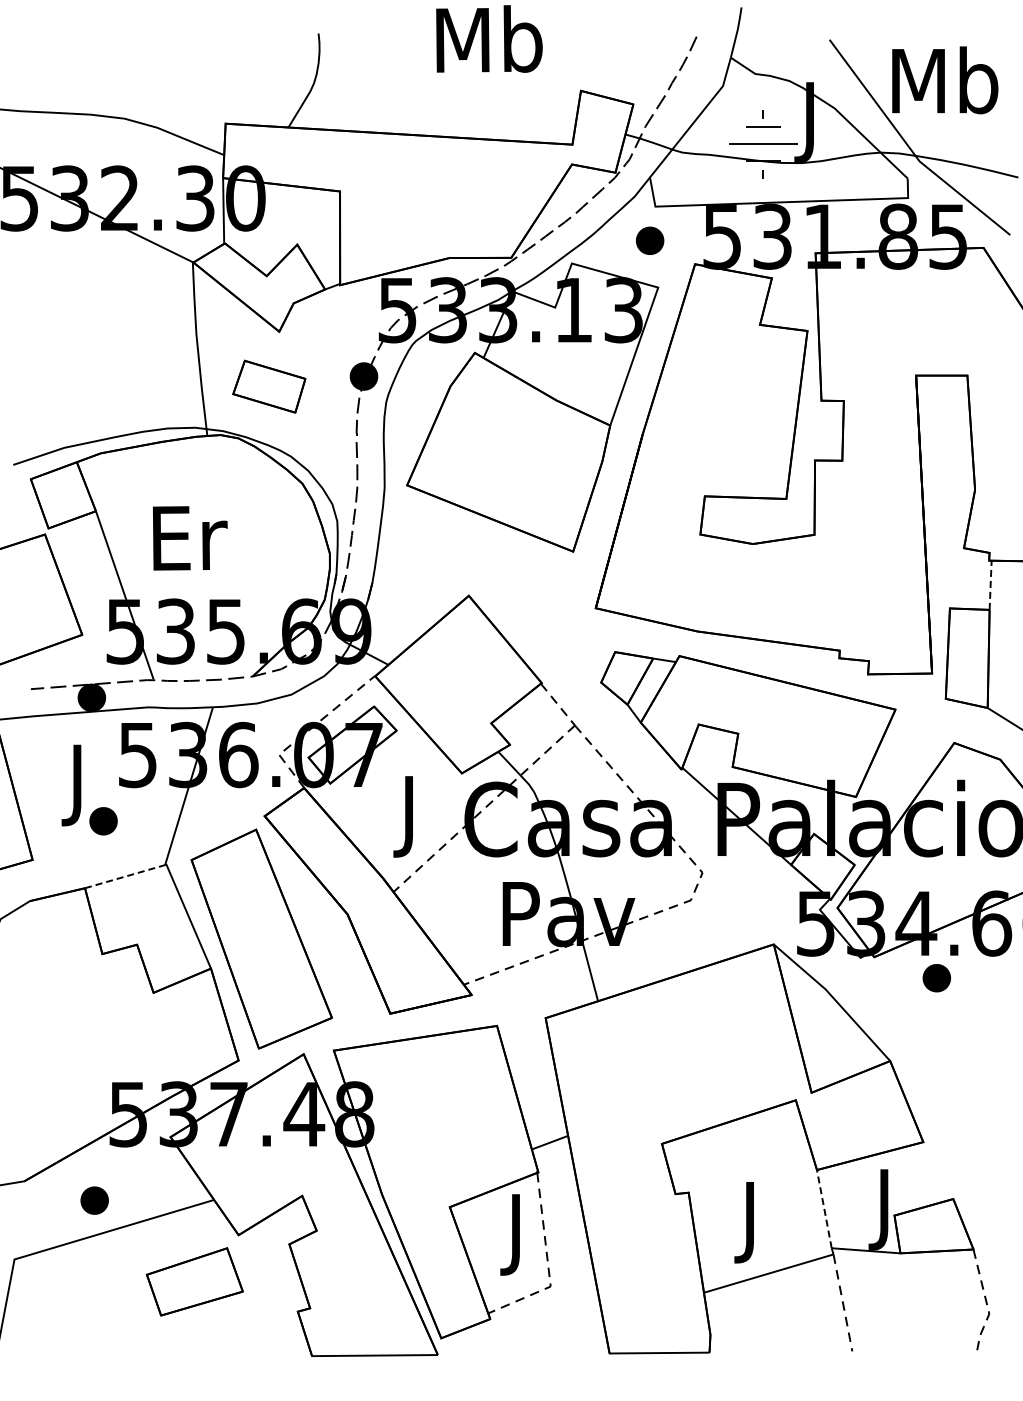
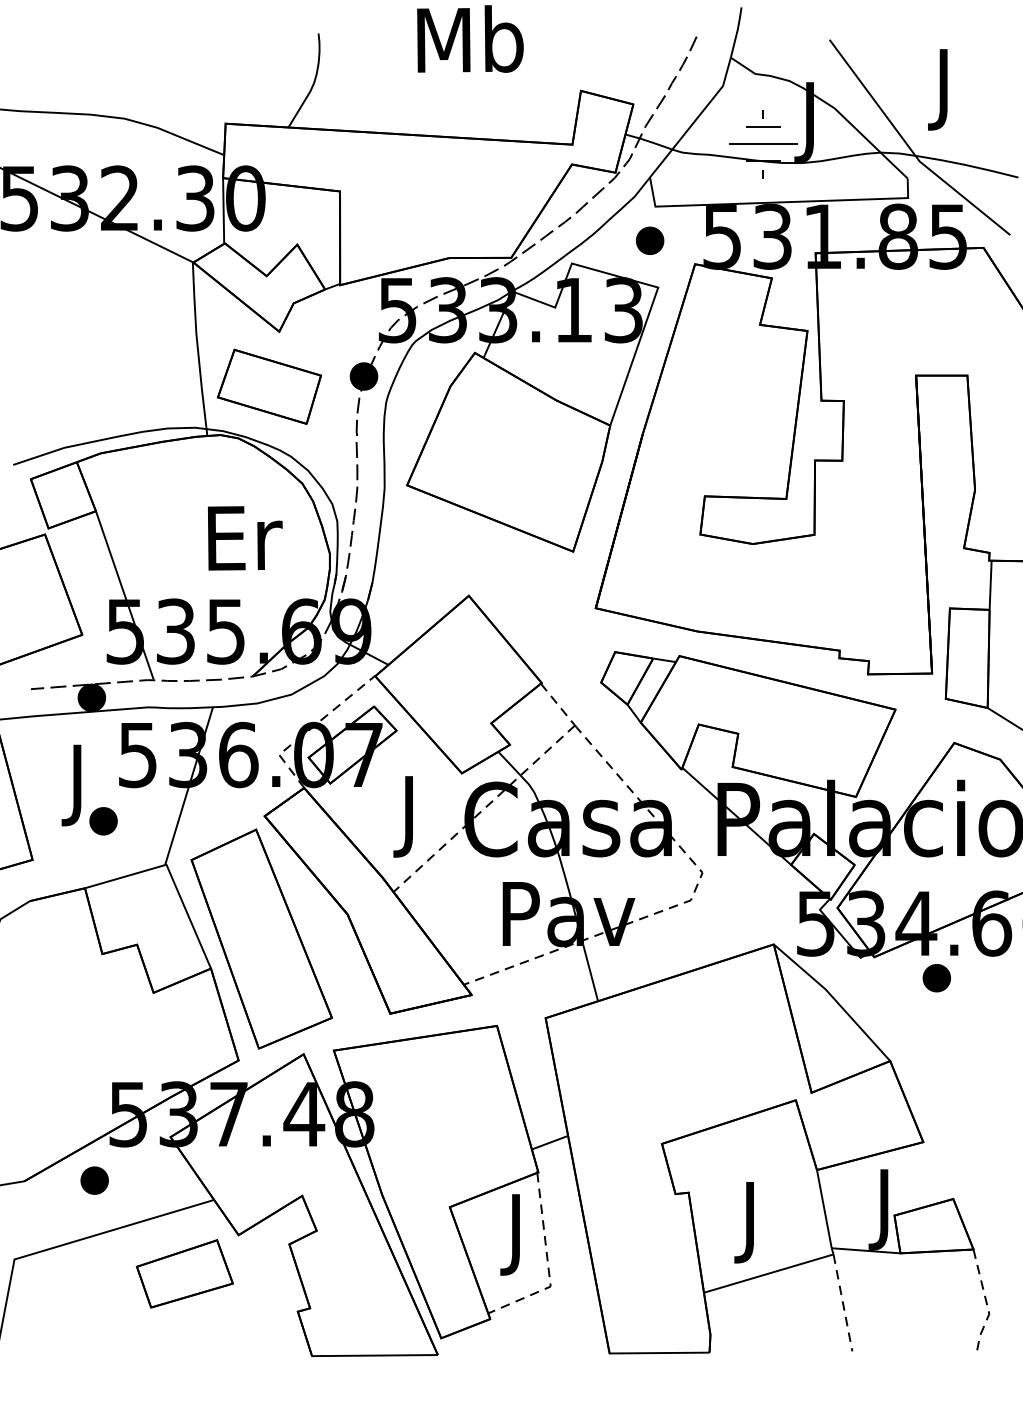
text at (489, 38) position: (489, 38) -> (470, 38)
text at (945, 88): Mb -> J
part at (269, 386) size: 75x55 px -> 106x77 px
text at (190, 538) position: (190, 538) -> (245, 538)
line at (990, 585): dashed -> solid
line at (125, 876): dashed -> solid
part at (94, 1200) position: (94, 1200) -> (94, 1180)
line at (824, 1209): dashed -> solid
part at (194, 1281) position: (194, 1281) -> (184, 1273)
